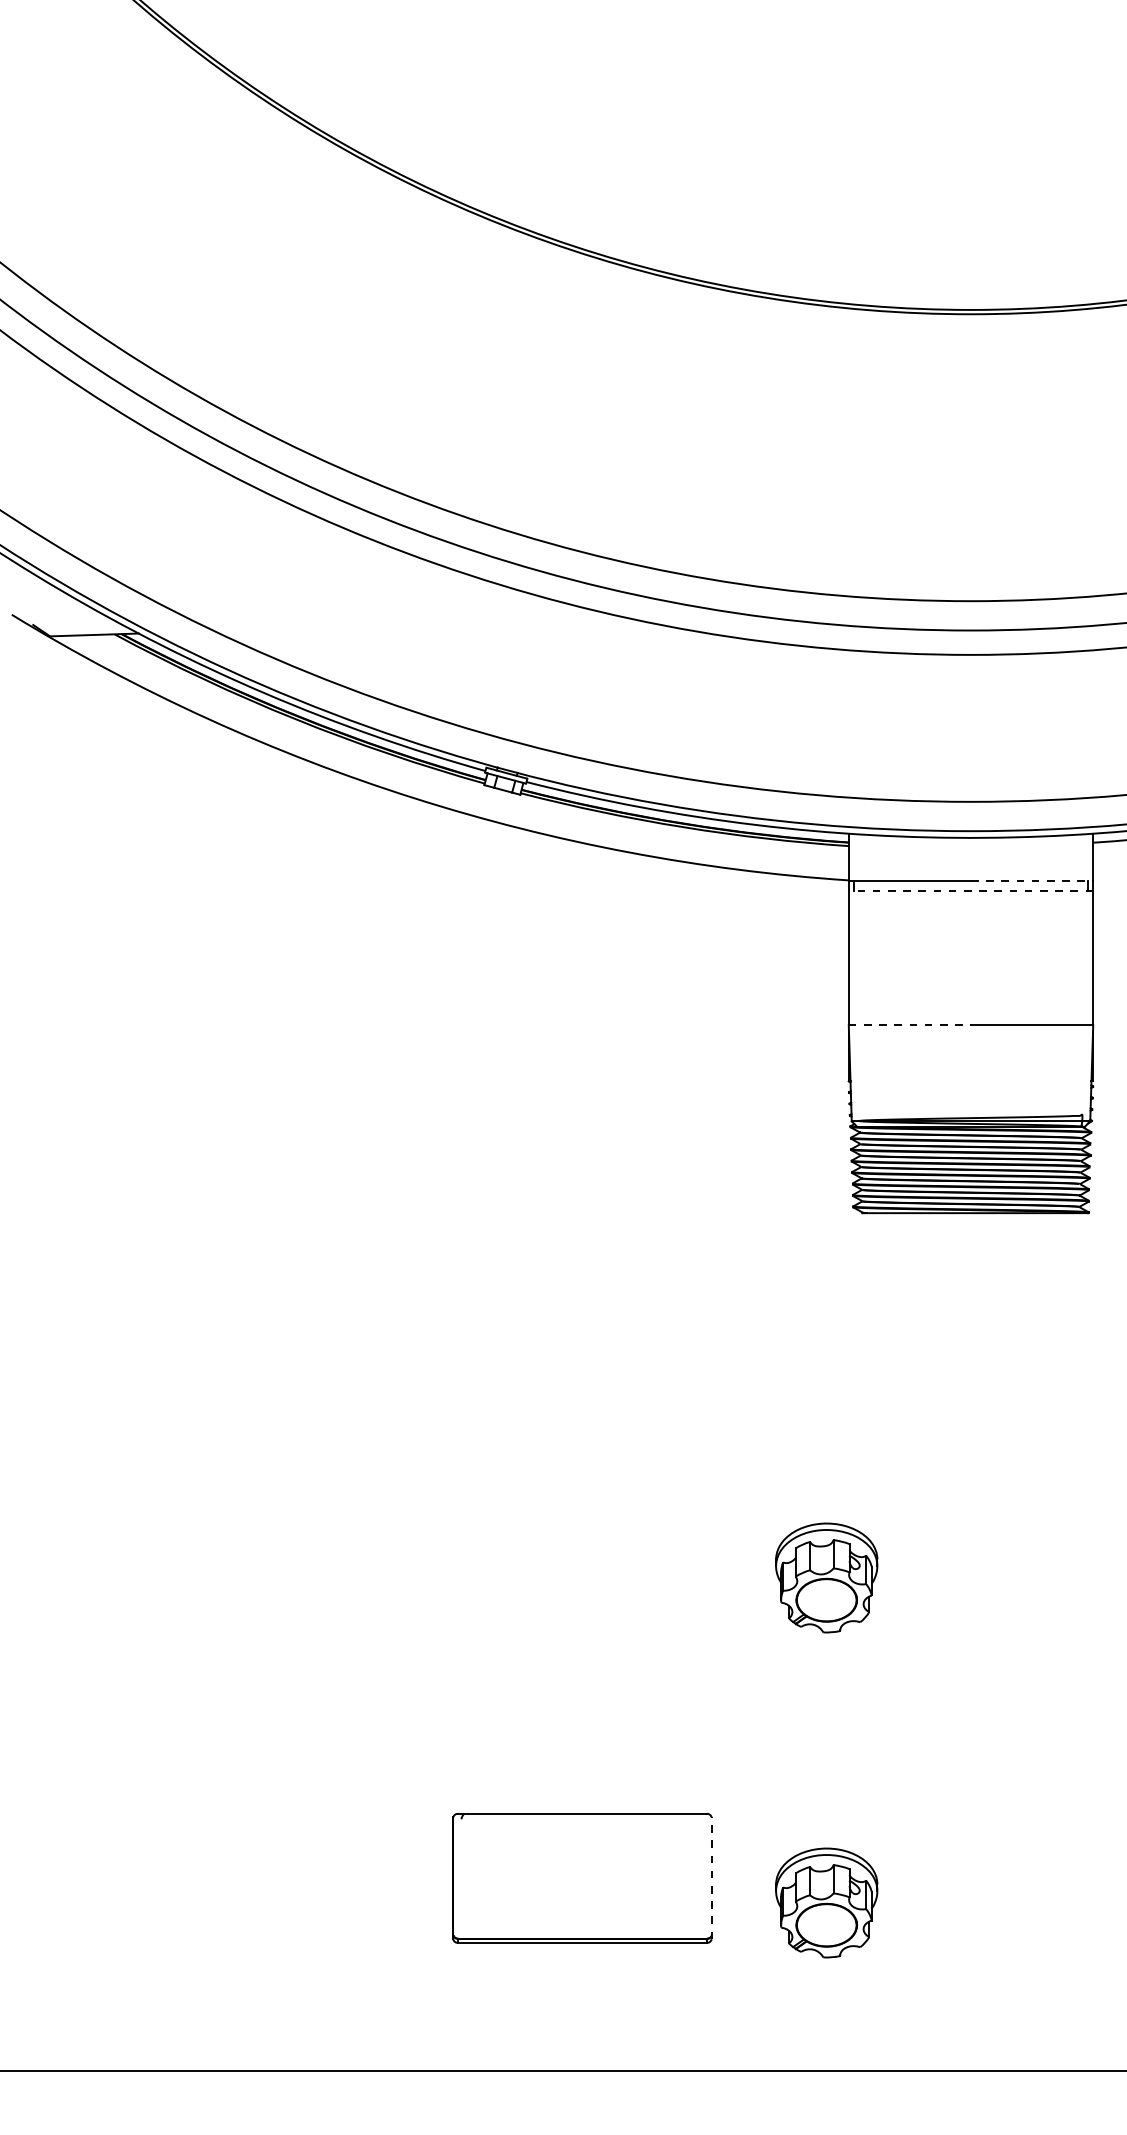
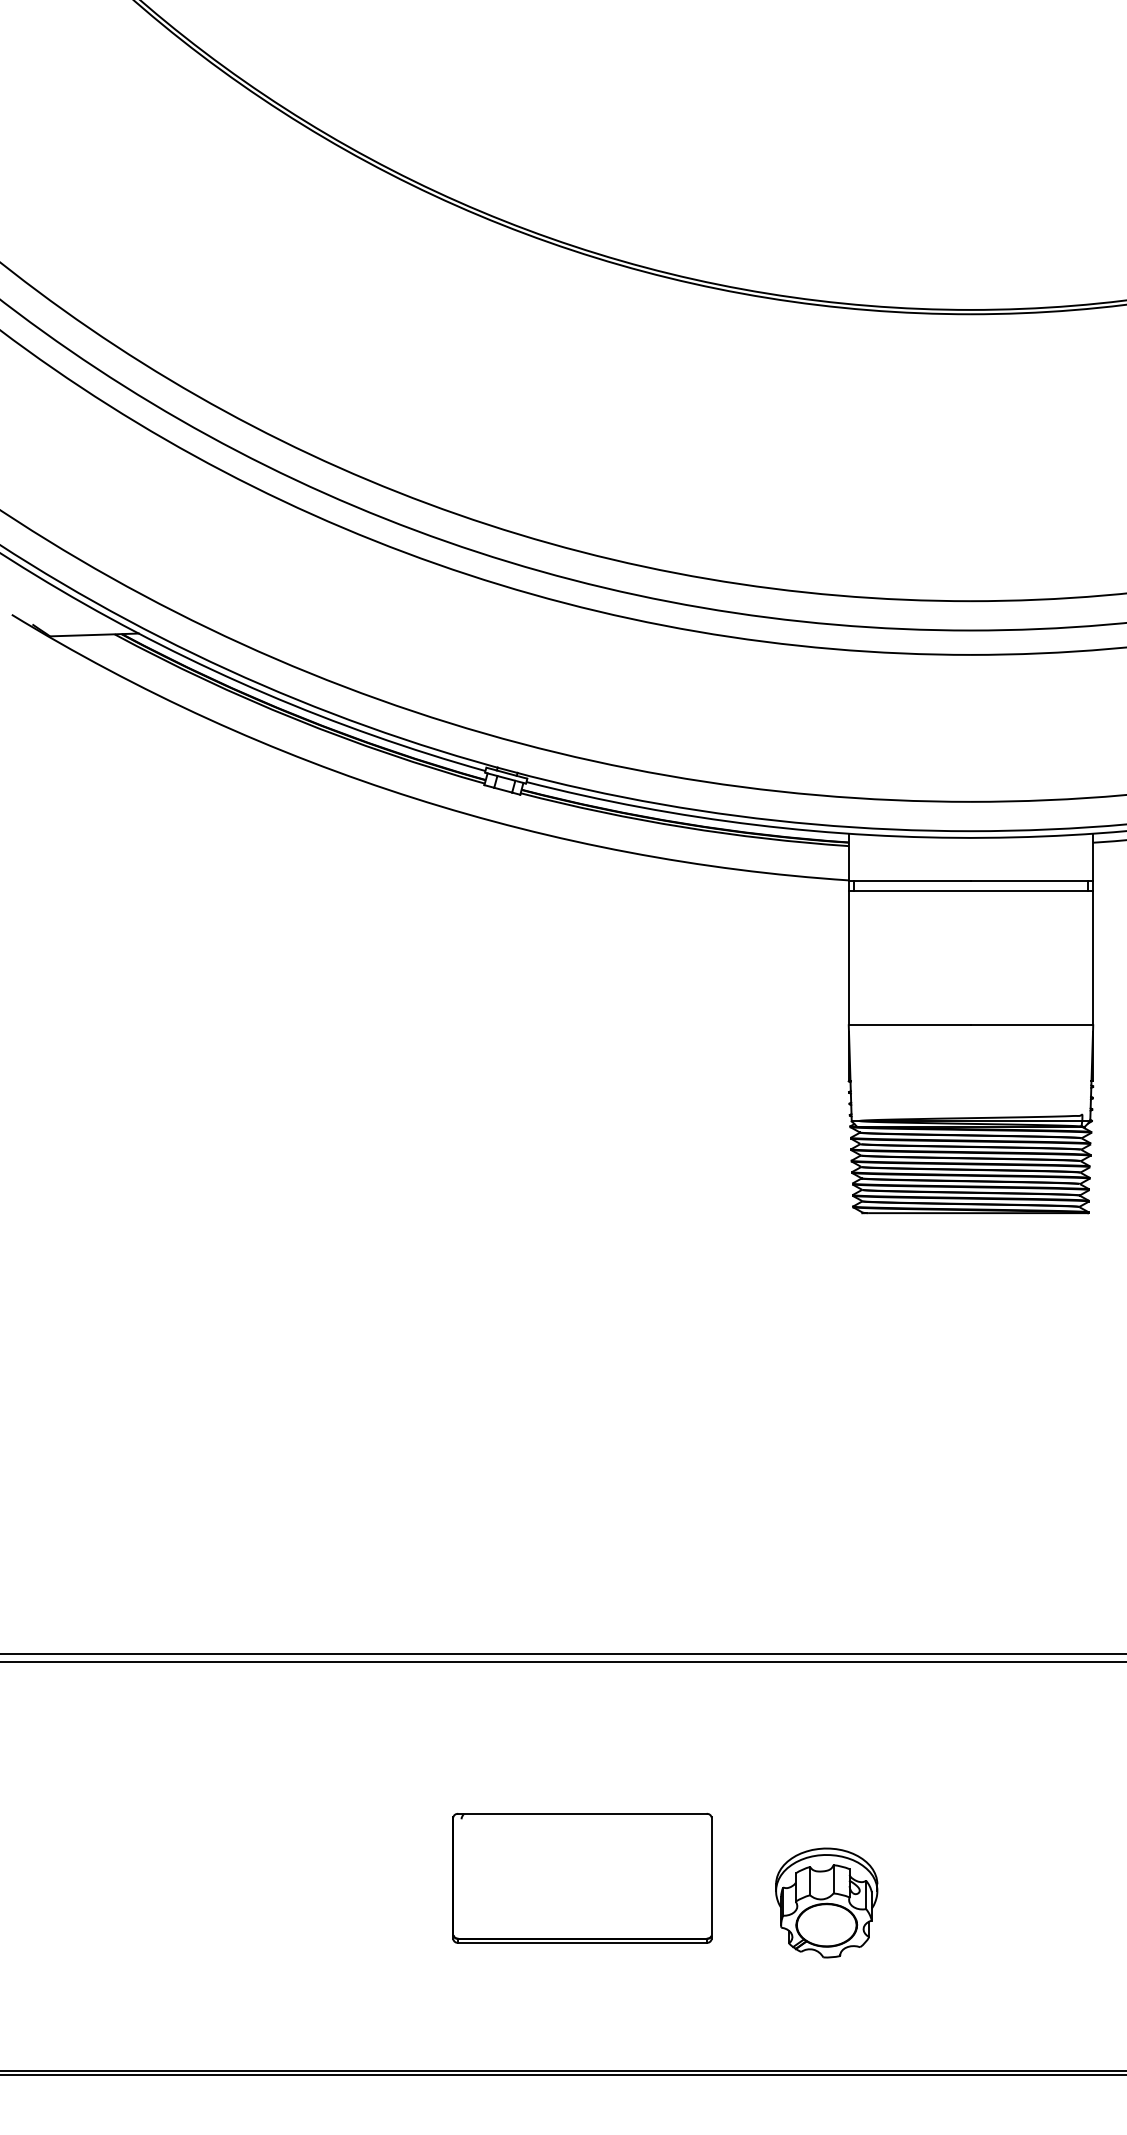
line at (1032, 880): dashed -> solid
line at (970, 890): dashed -> solid
line at (910, 1025): dashed -> solid
part at (826, 1577): present -> none
line at (562, 1653): none -> present
line at (562, 1662): none -> present
line at (711, 1878): dashed -> solid
line at (562, 2074): none -> present
